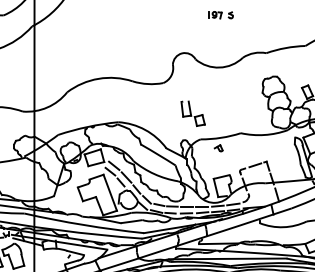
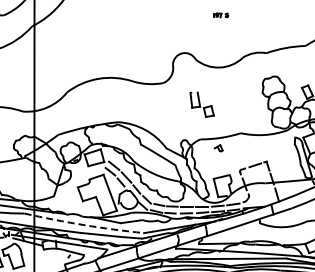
part at (220, 15) size: 26x9 px -> 17x7 px
part at (192, 113) position: (192, 113) -> (201, 104)
arc at (84, 225): solid -> dashed
